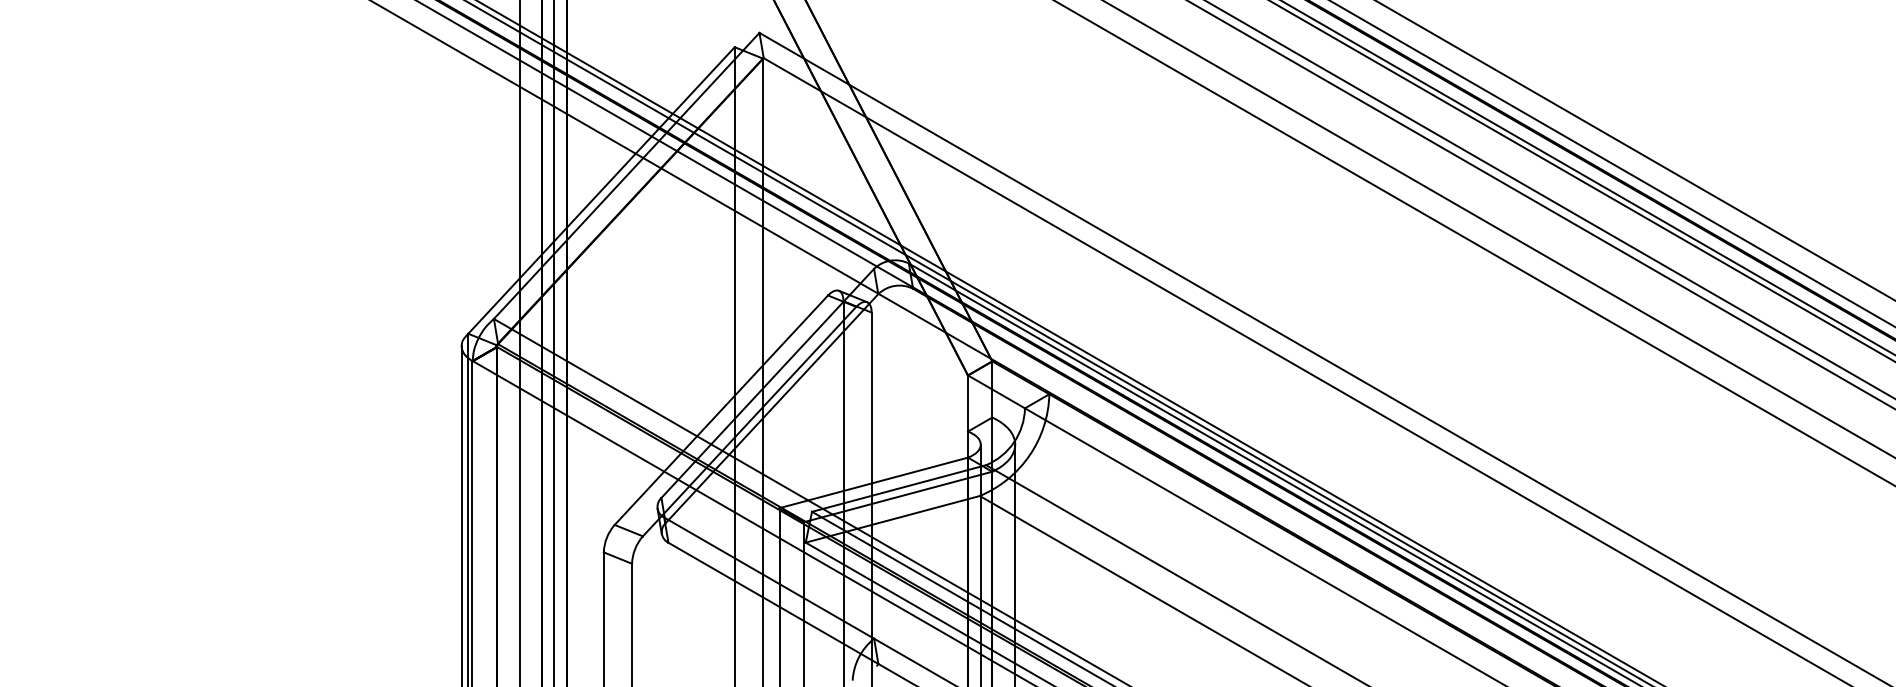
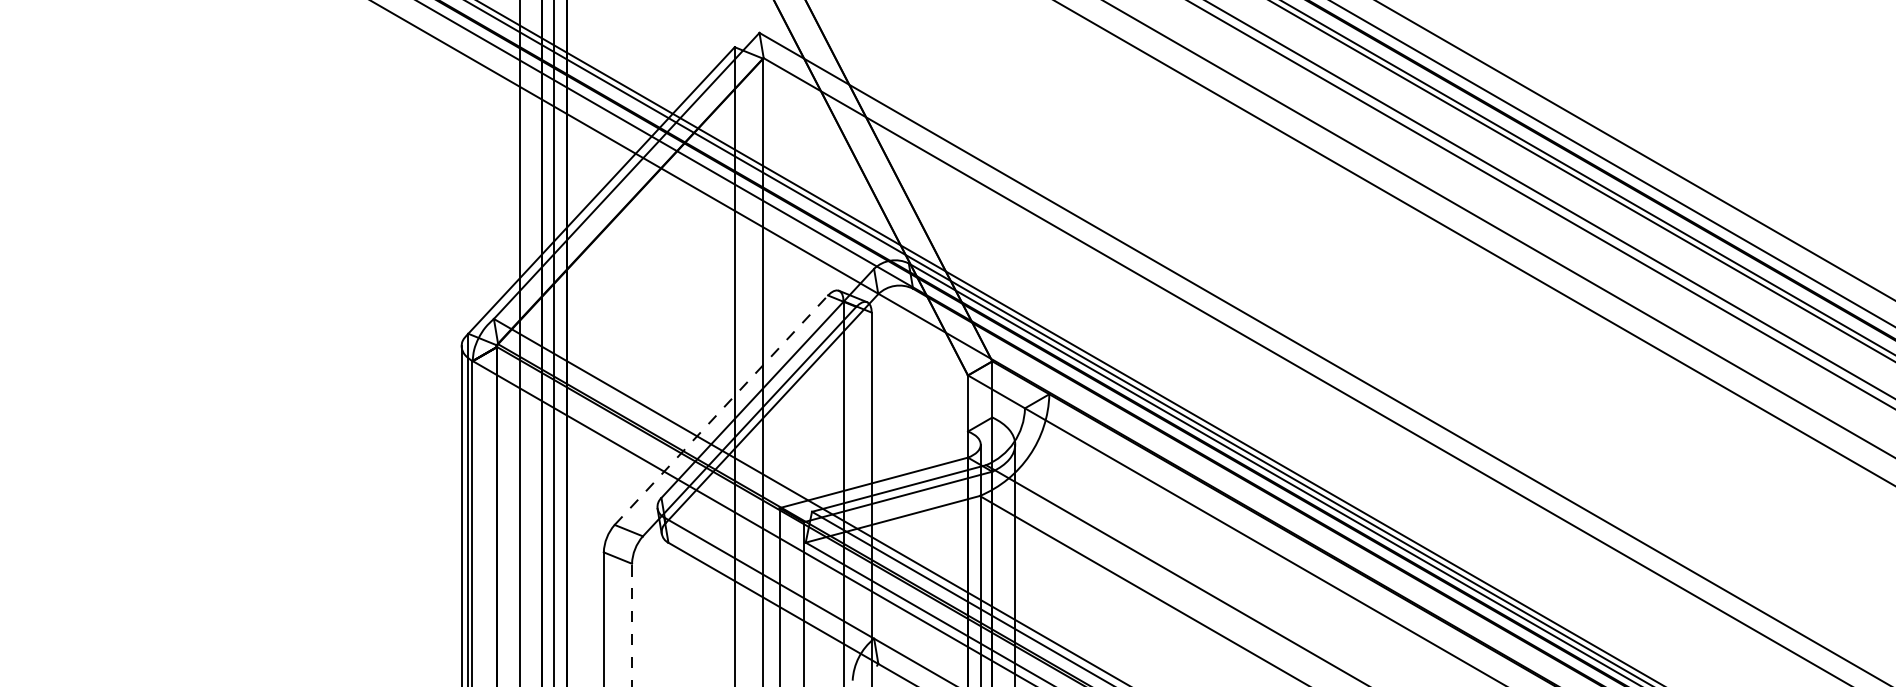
line at (721, 410): solid -> dashed
line at (632, 624): solid -> dashed
